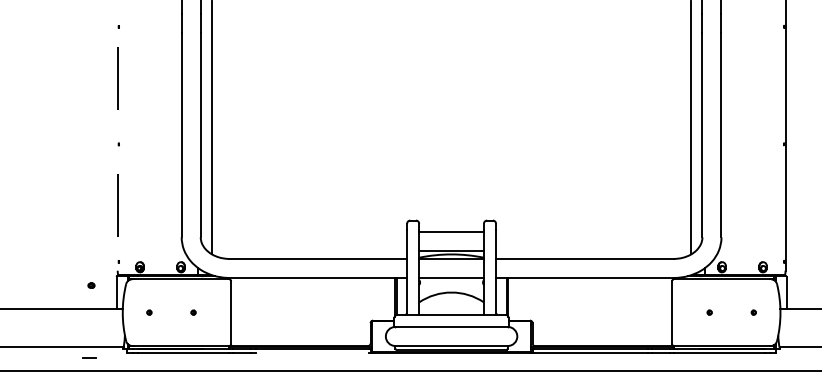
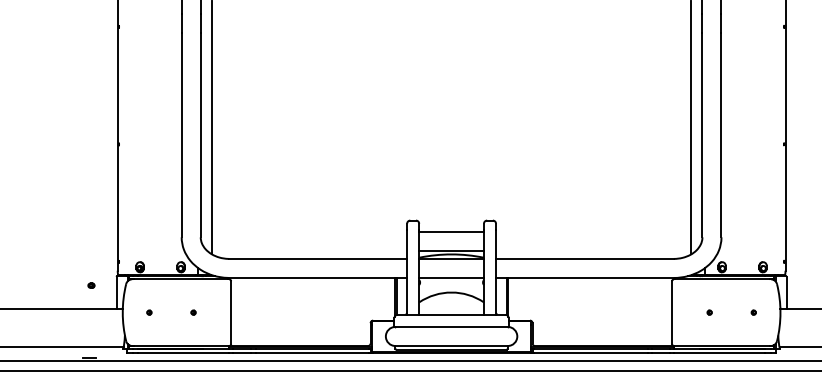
line at (117, 135): dashed -> solid
line at (311, 352): none -> present
line at (410, 360): none -> present
